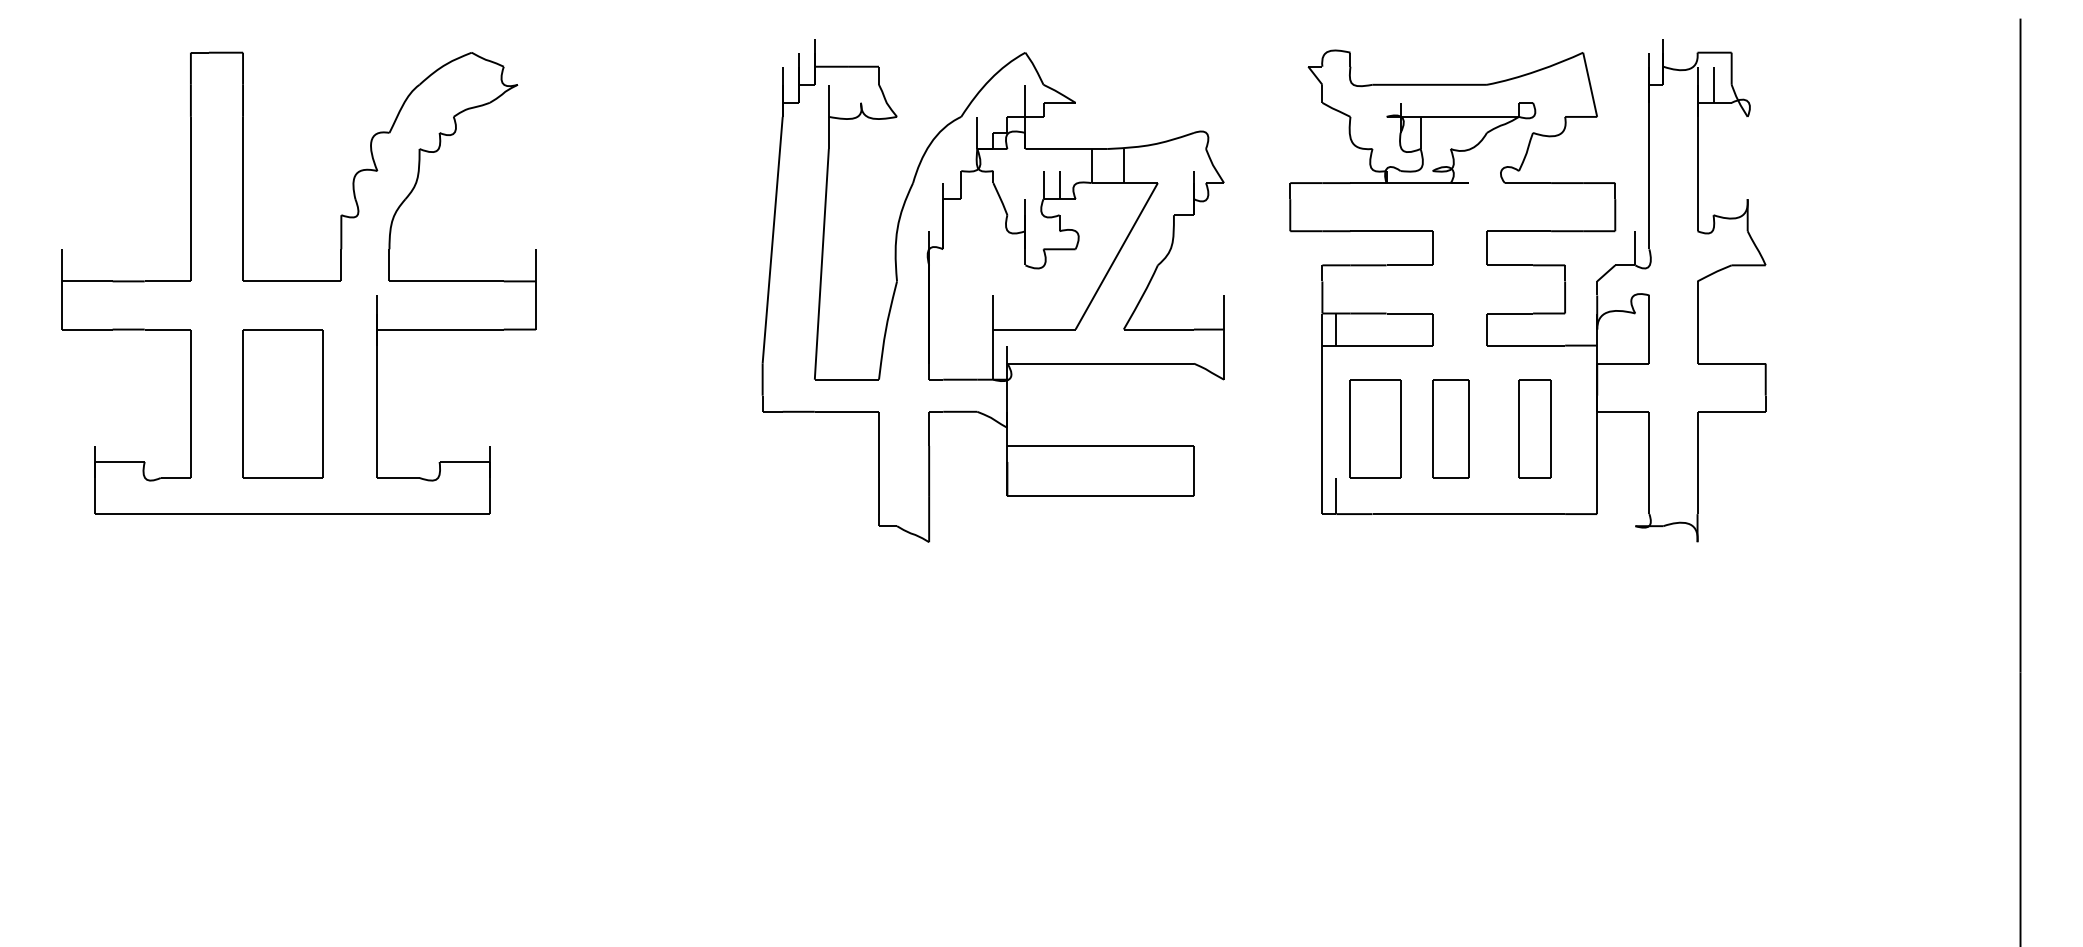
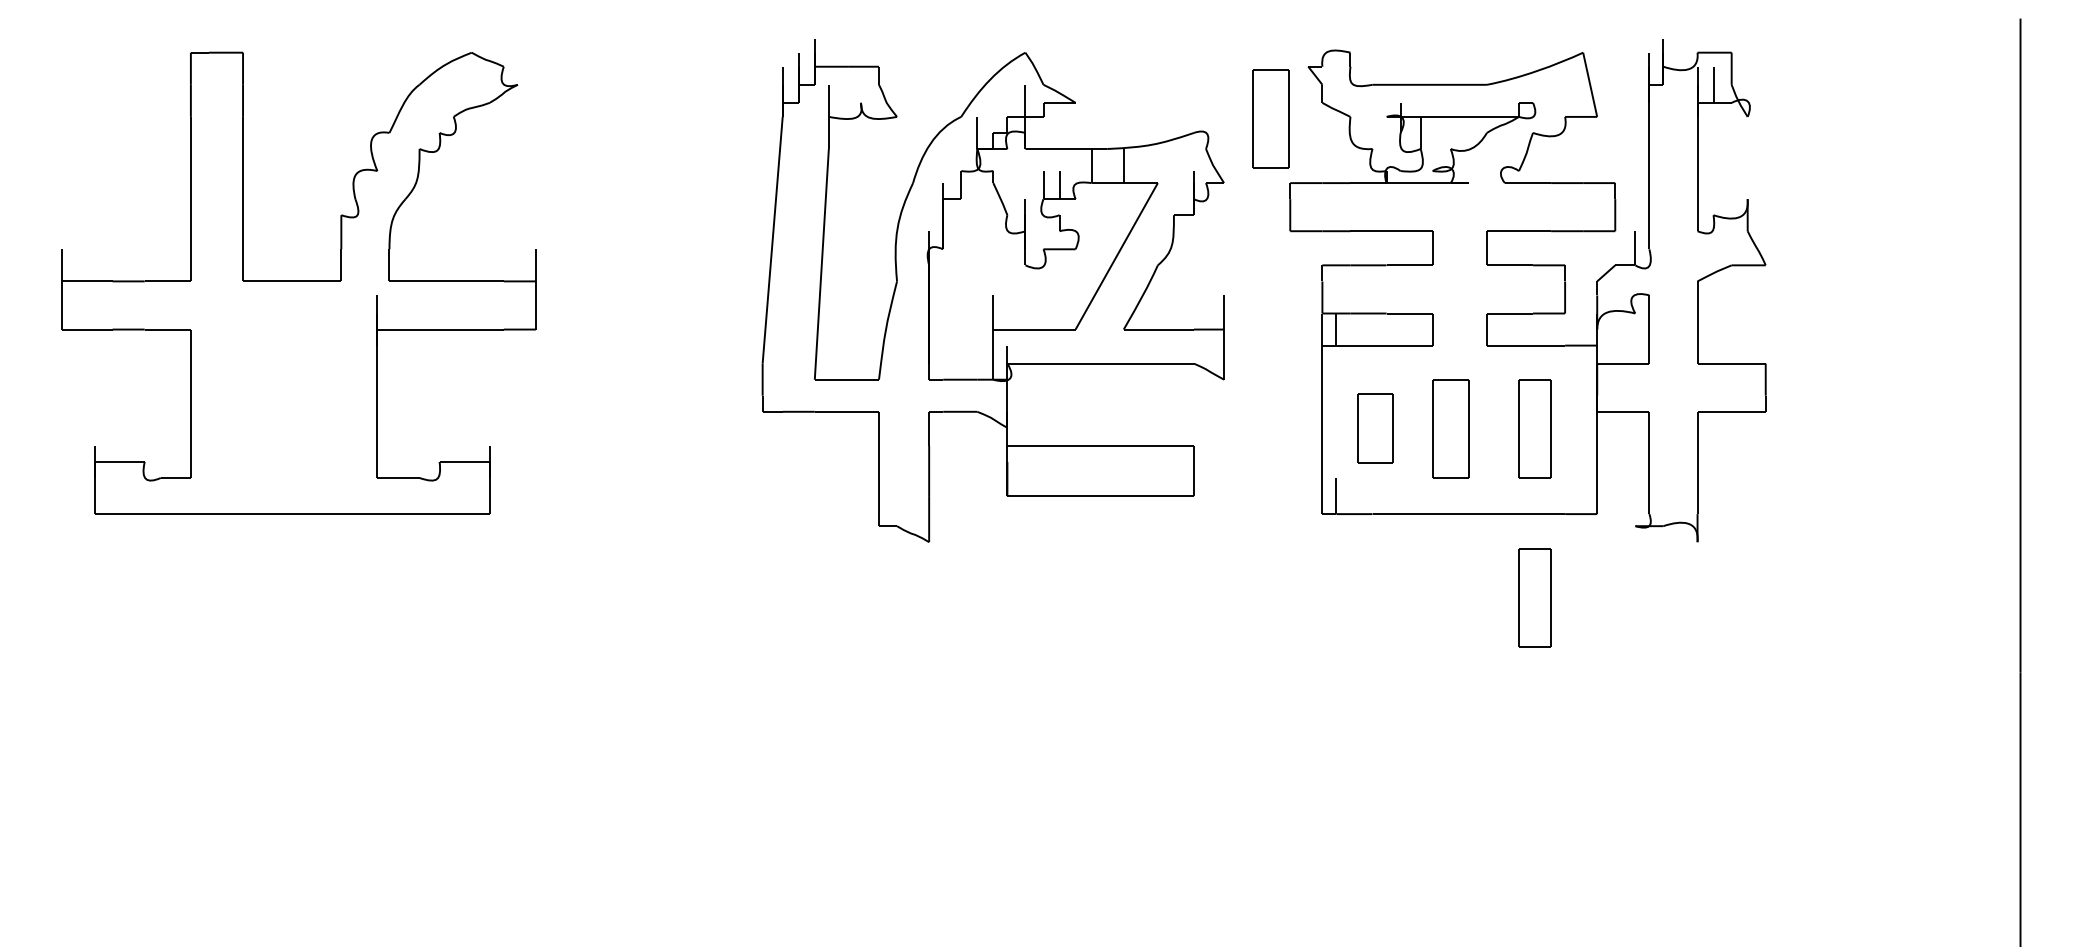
part at (1270, 118): none -> present
part at (282, 403): present -> none
part at (1375, 428) size: 53x100 px -> 37x71 px
part at (1534, 597): none -> present
